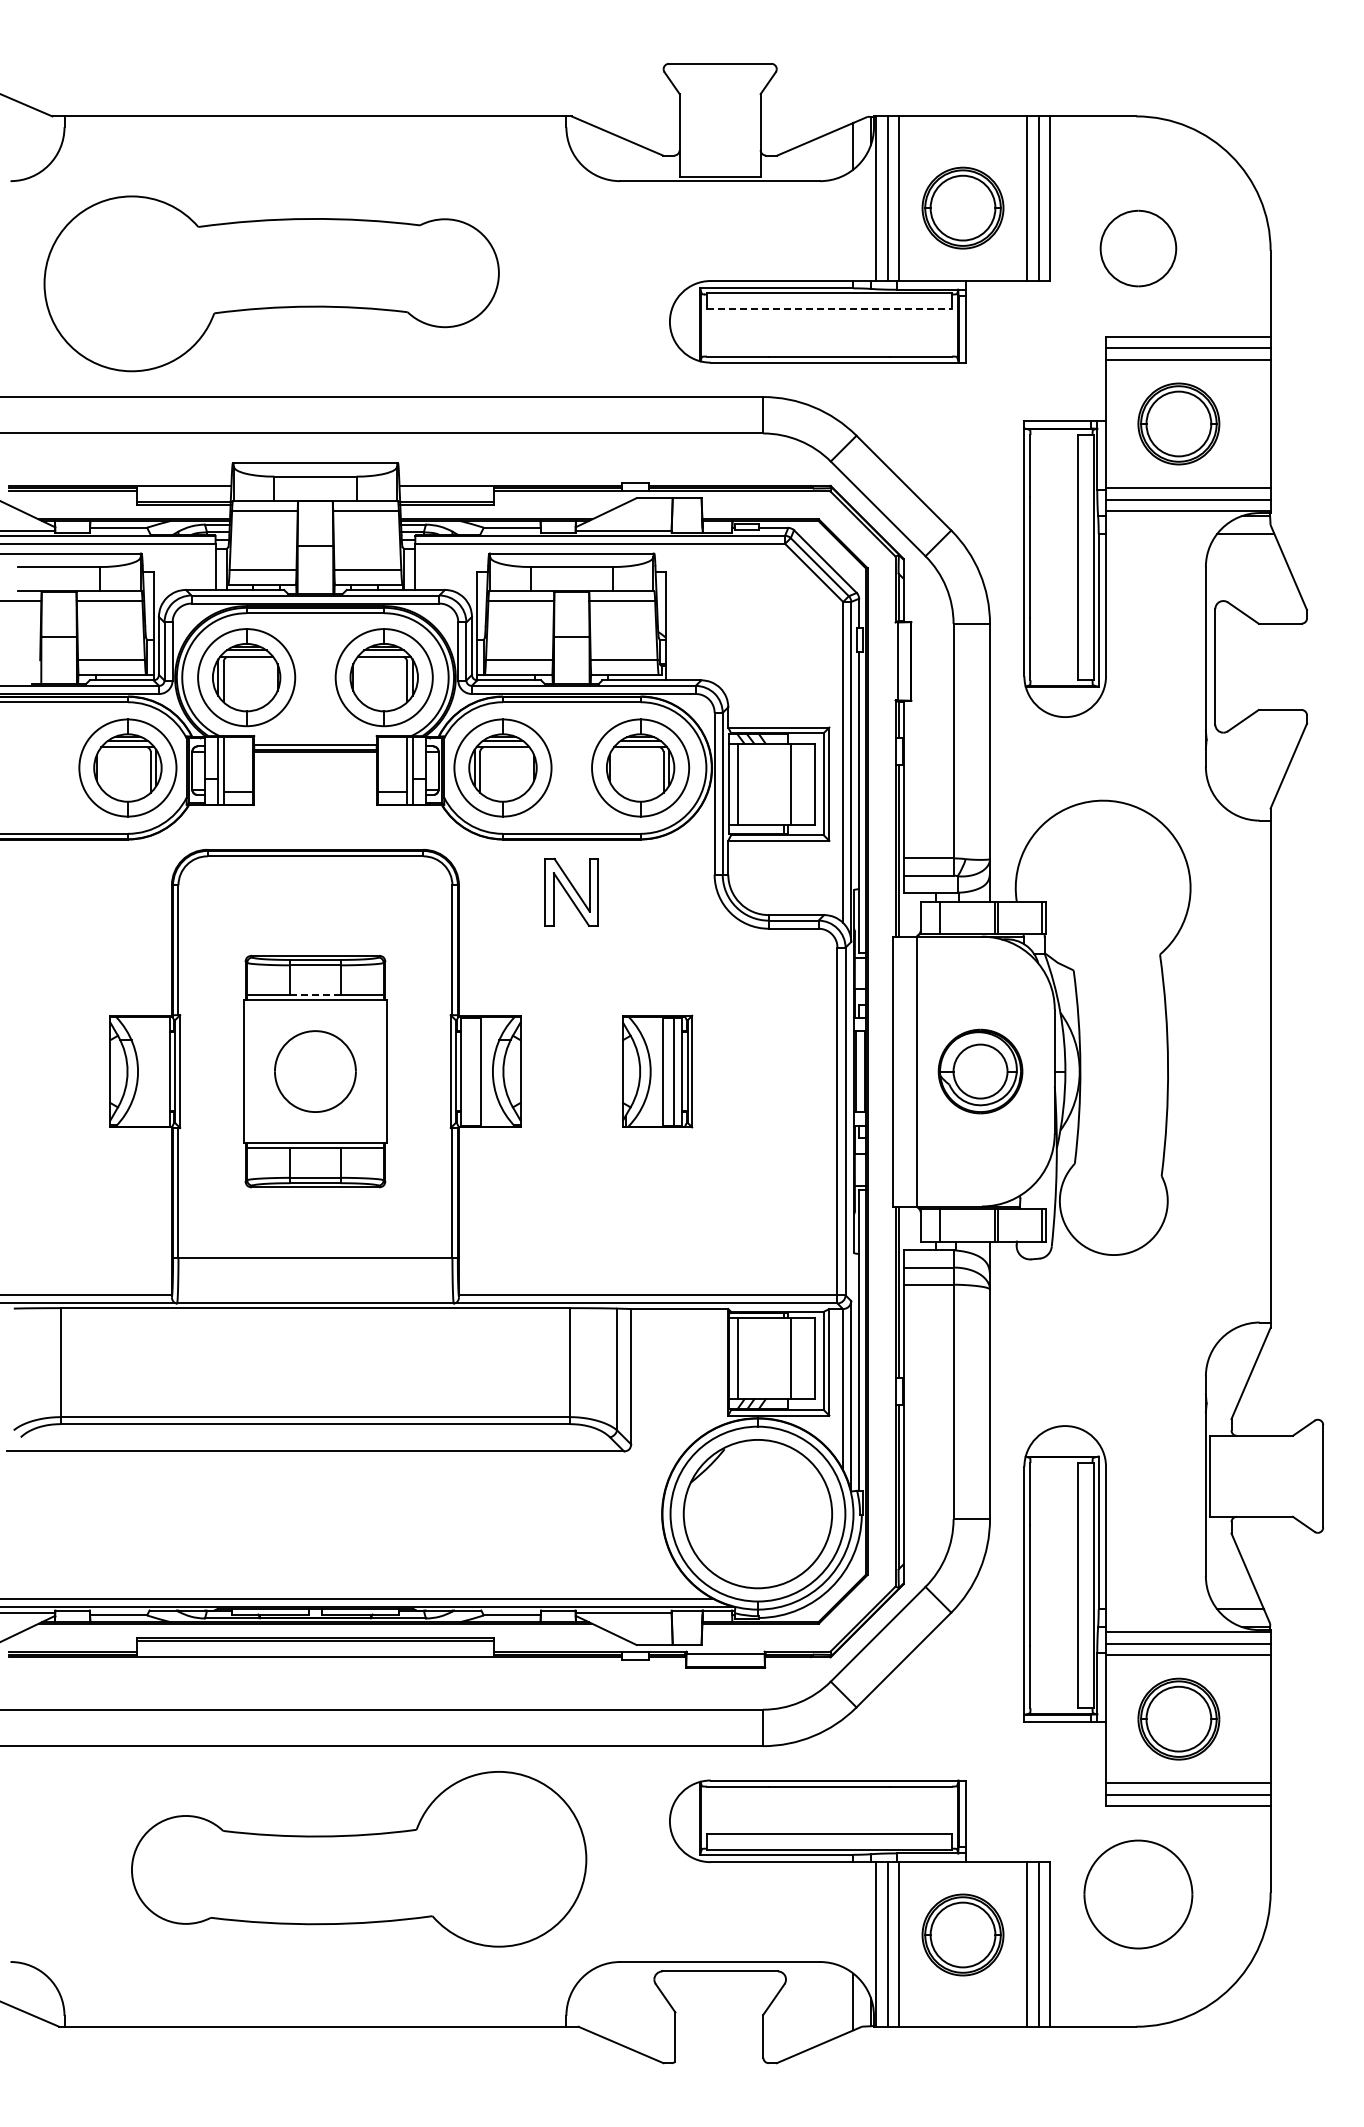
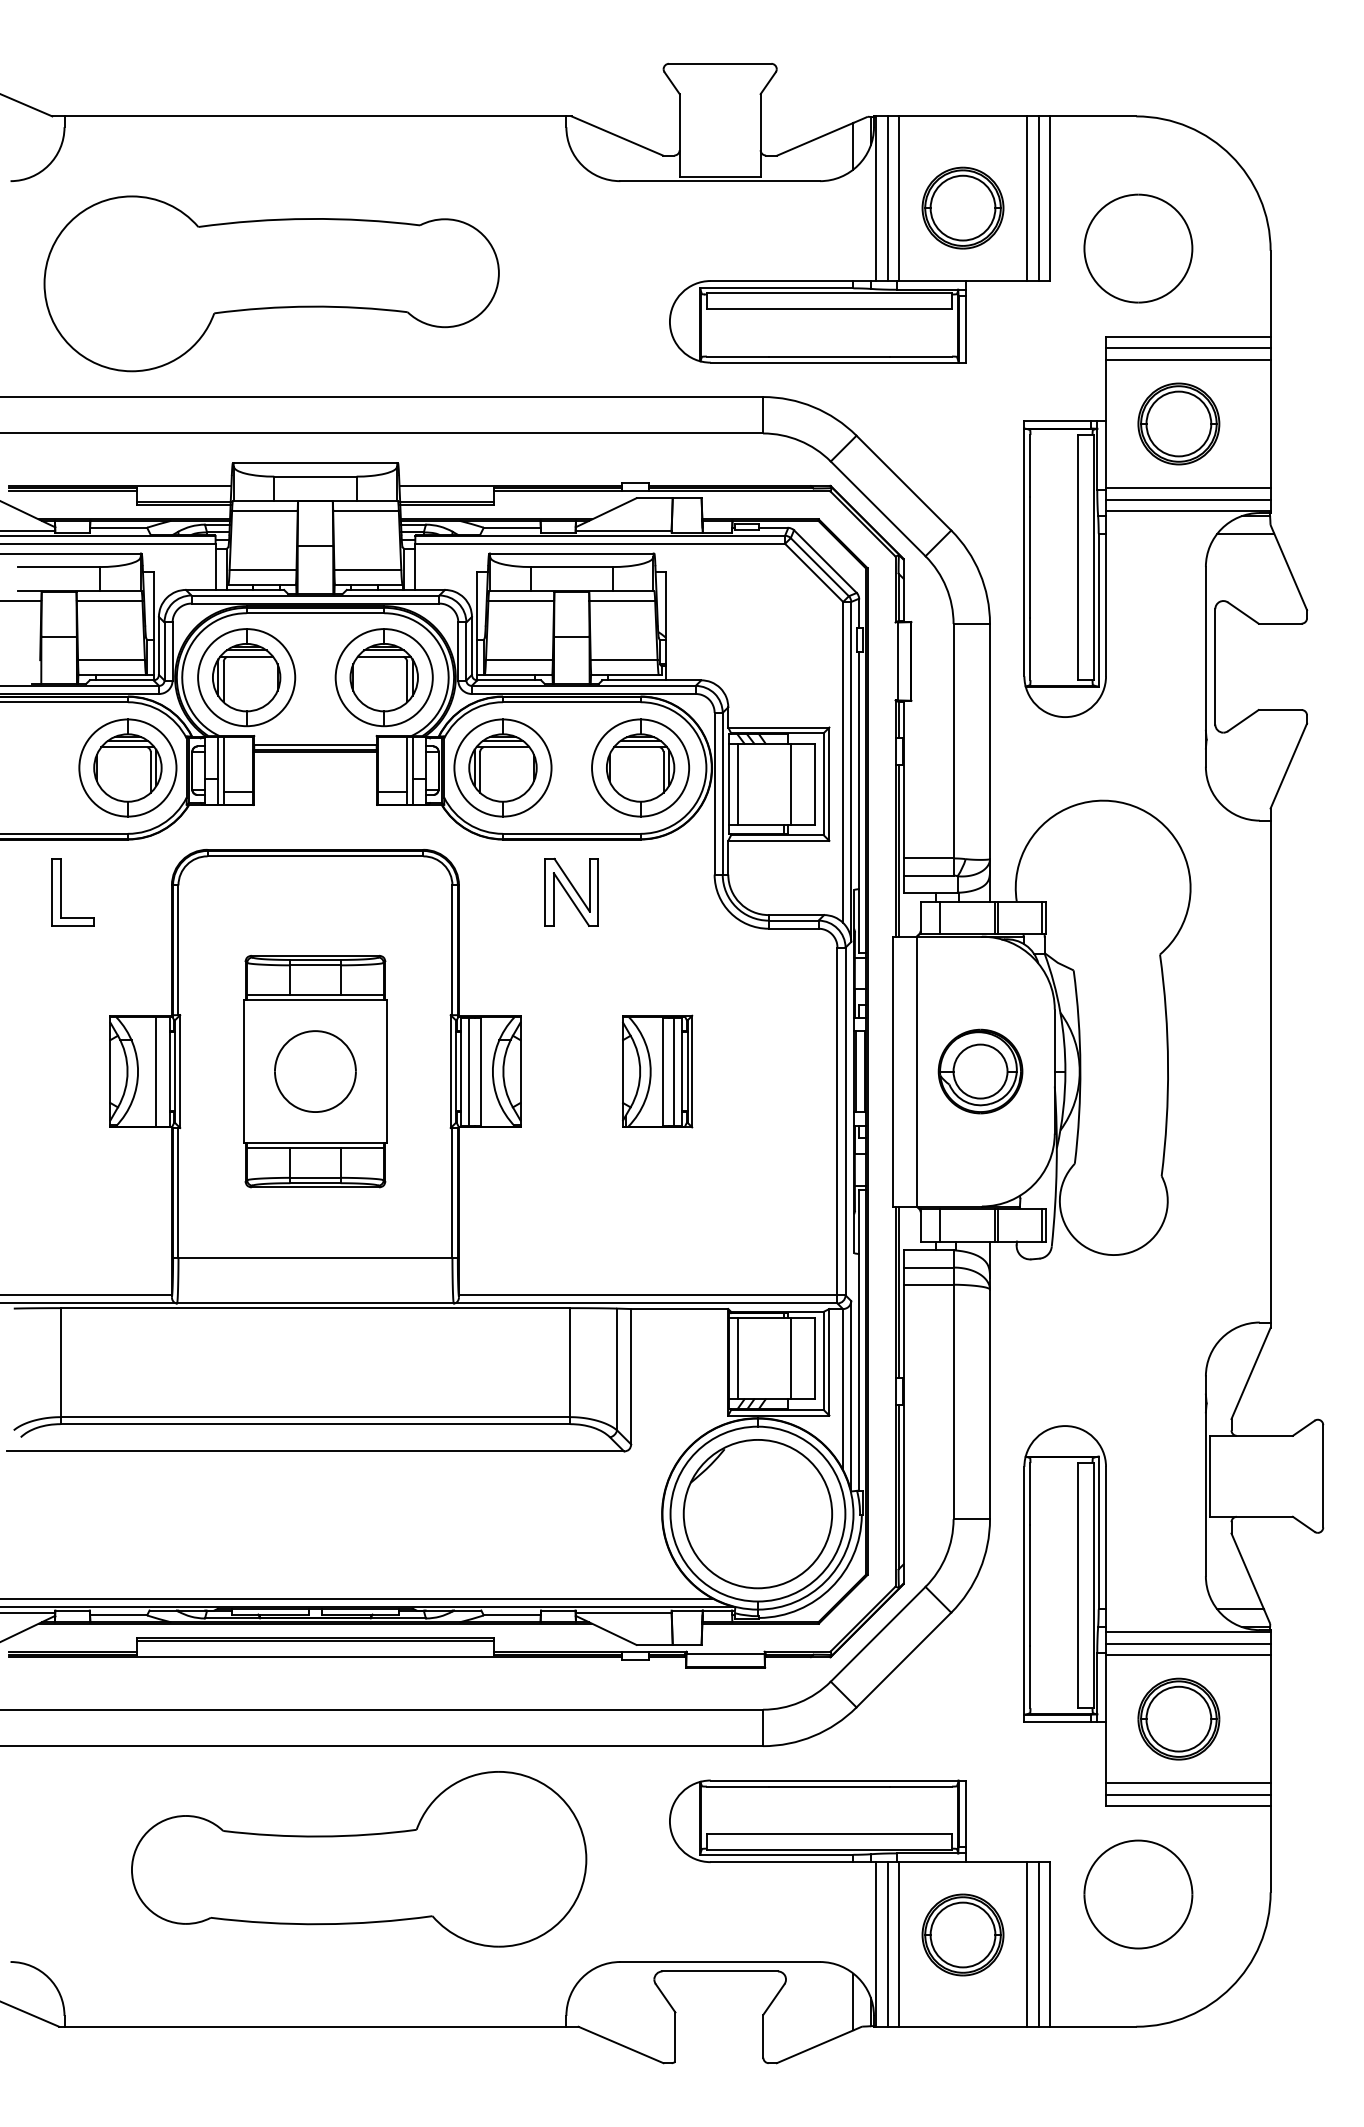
part at (1138, 248) size: 79x79 px -> 111x111 px
line at (829, 309): dashed -> solid
part at (61, 892): none -> present
line at (314, 994): dashed -> solid
line at (156, 1071): none -> present
line at (469, 1071): none -> present
